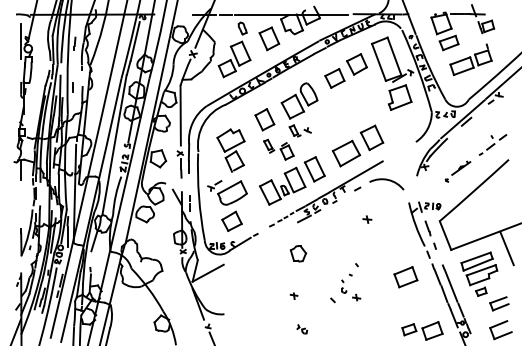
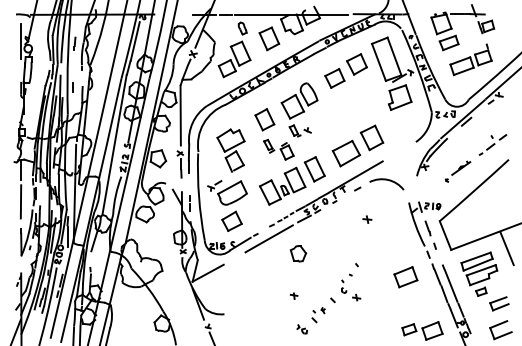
line at (20, 201): none -> present
line at (268, 238): none -> present
part at (318, 315): none -> present
